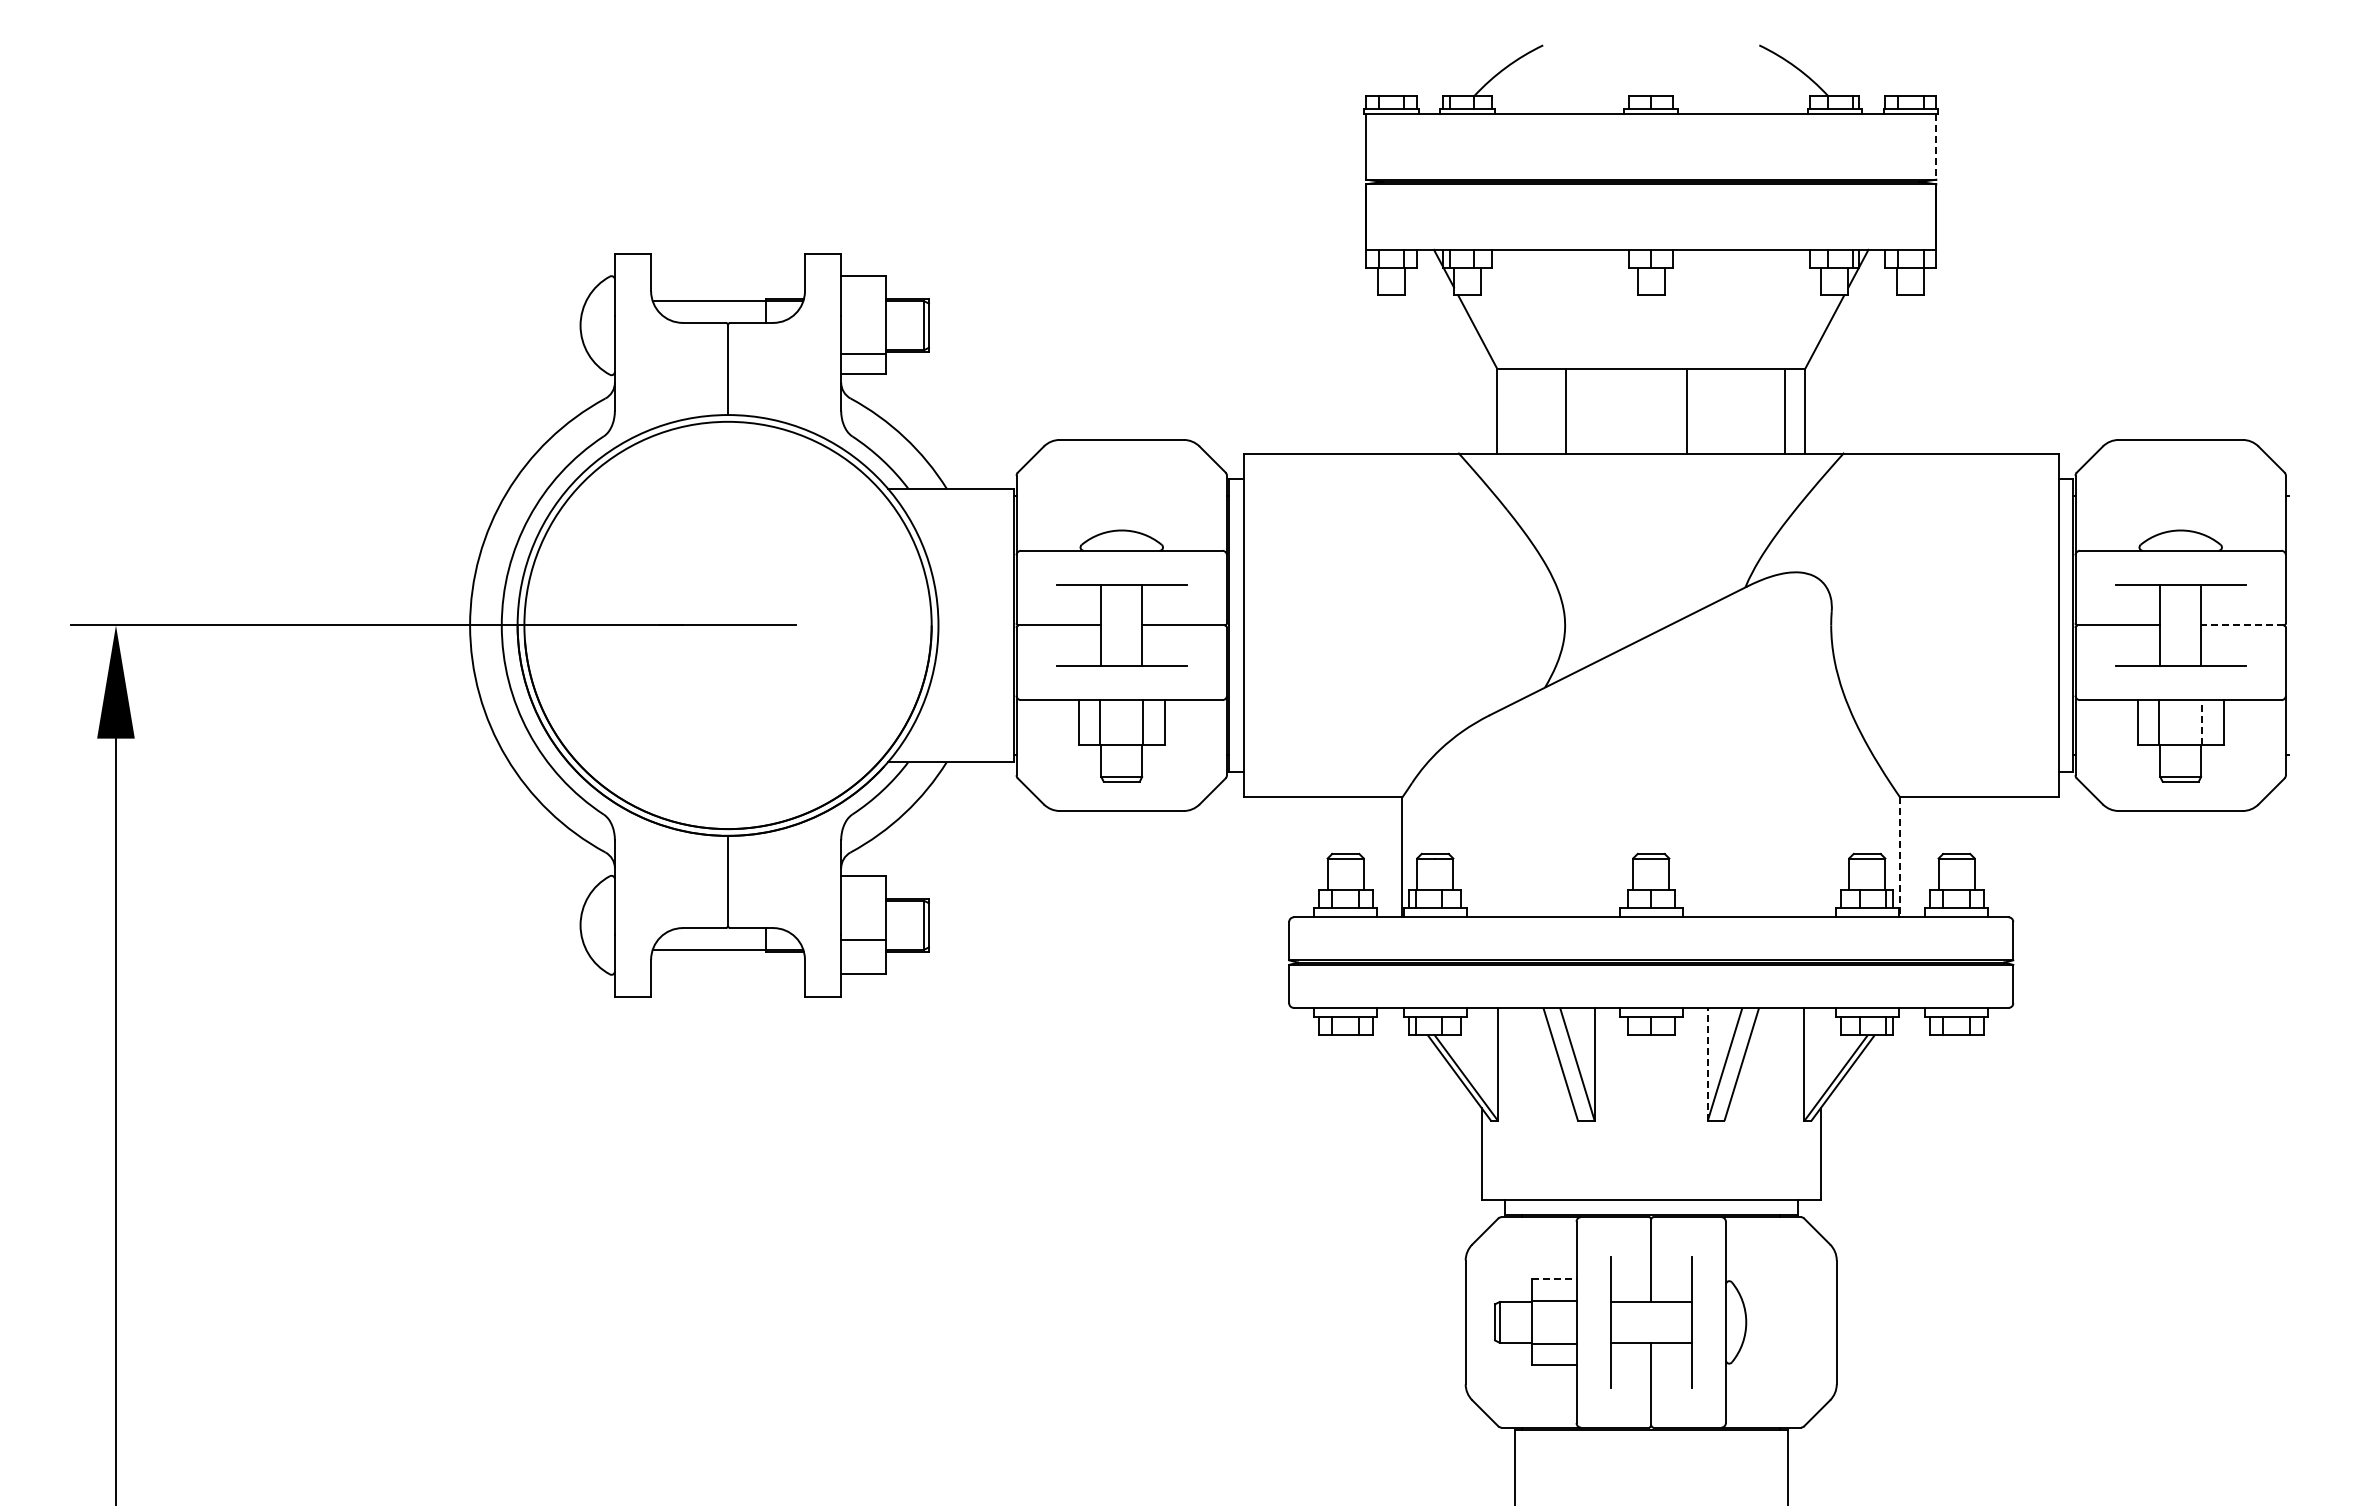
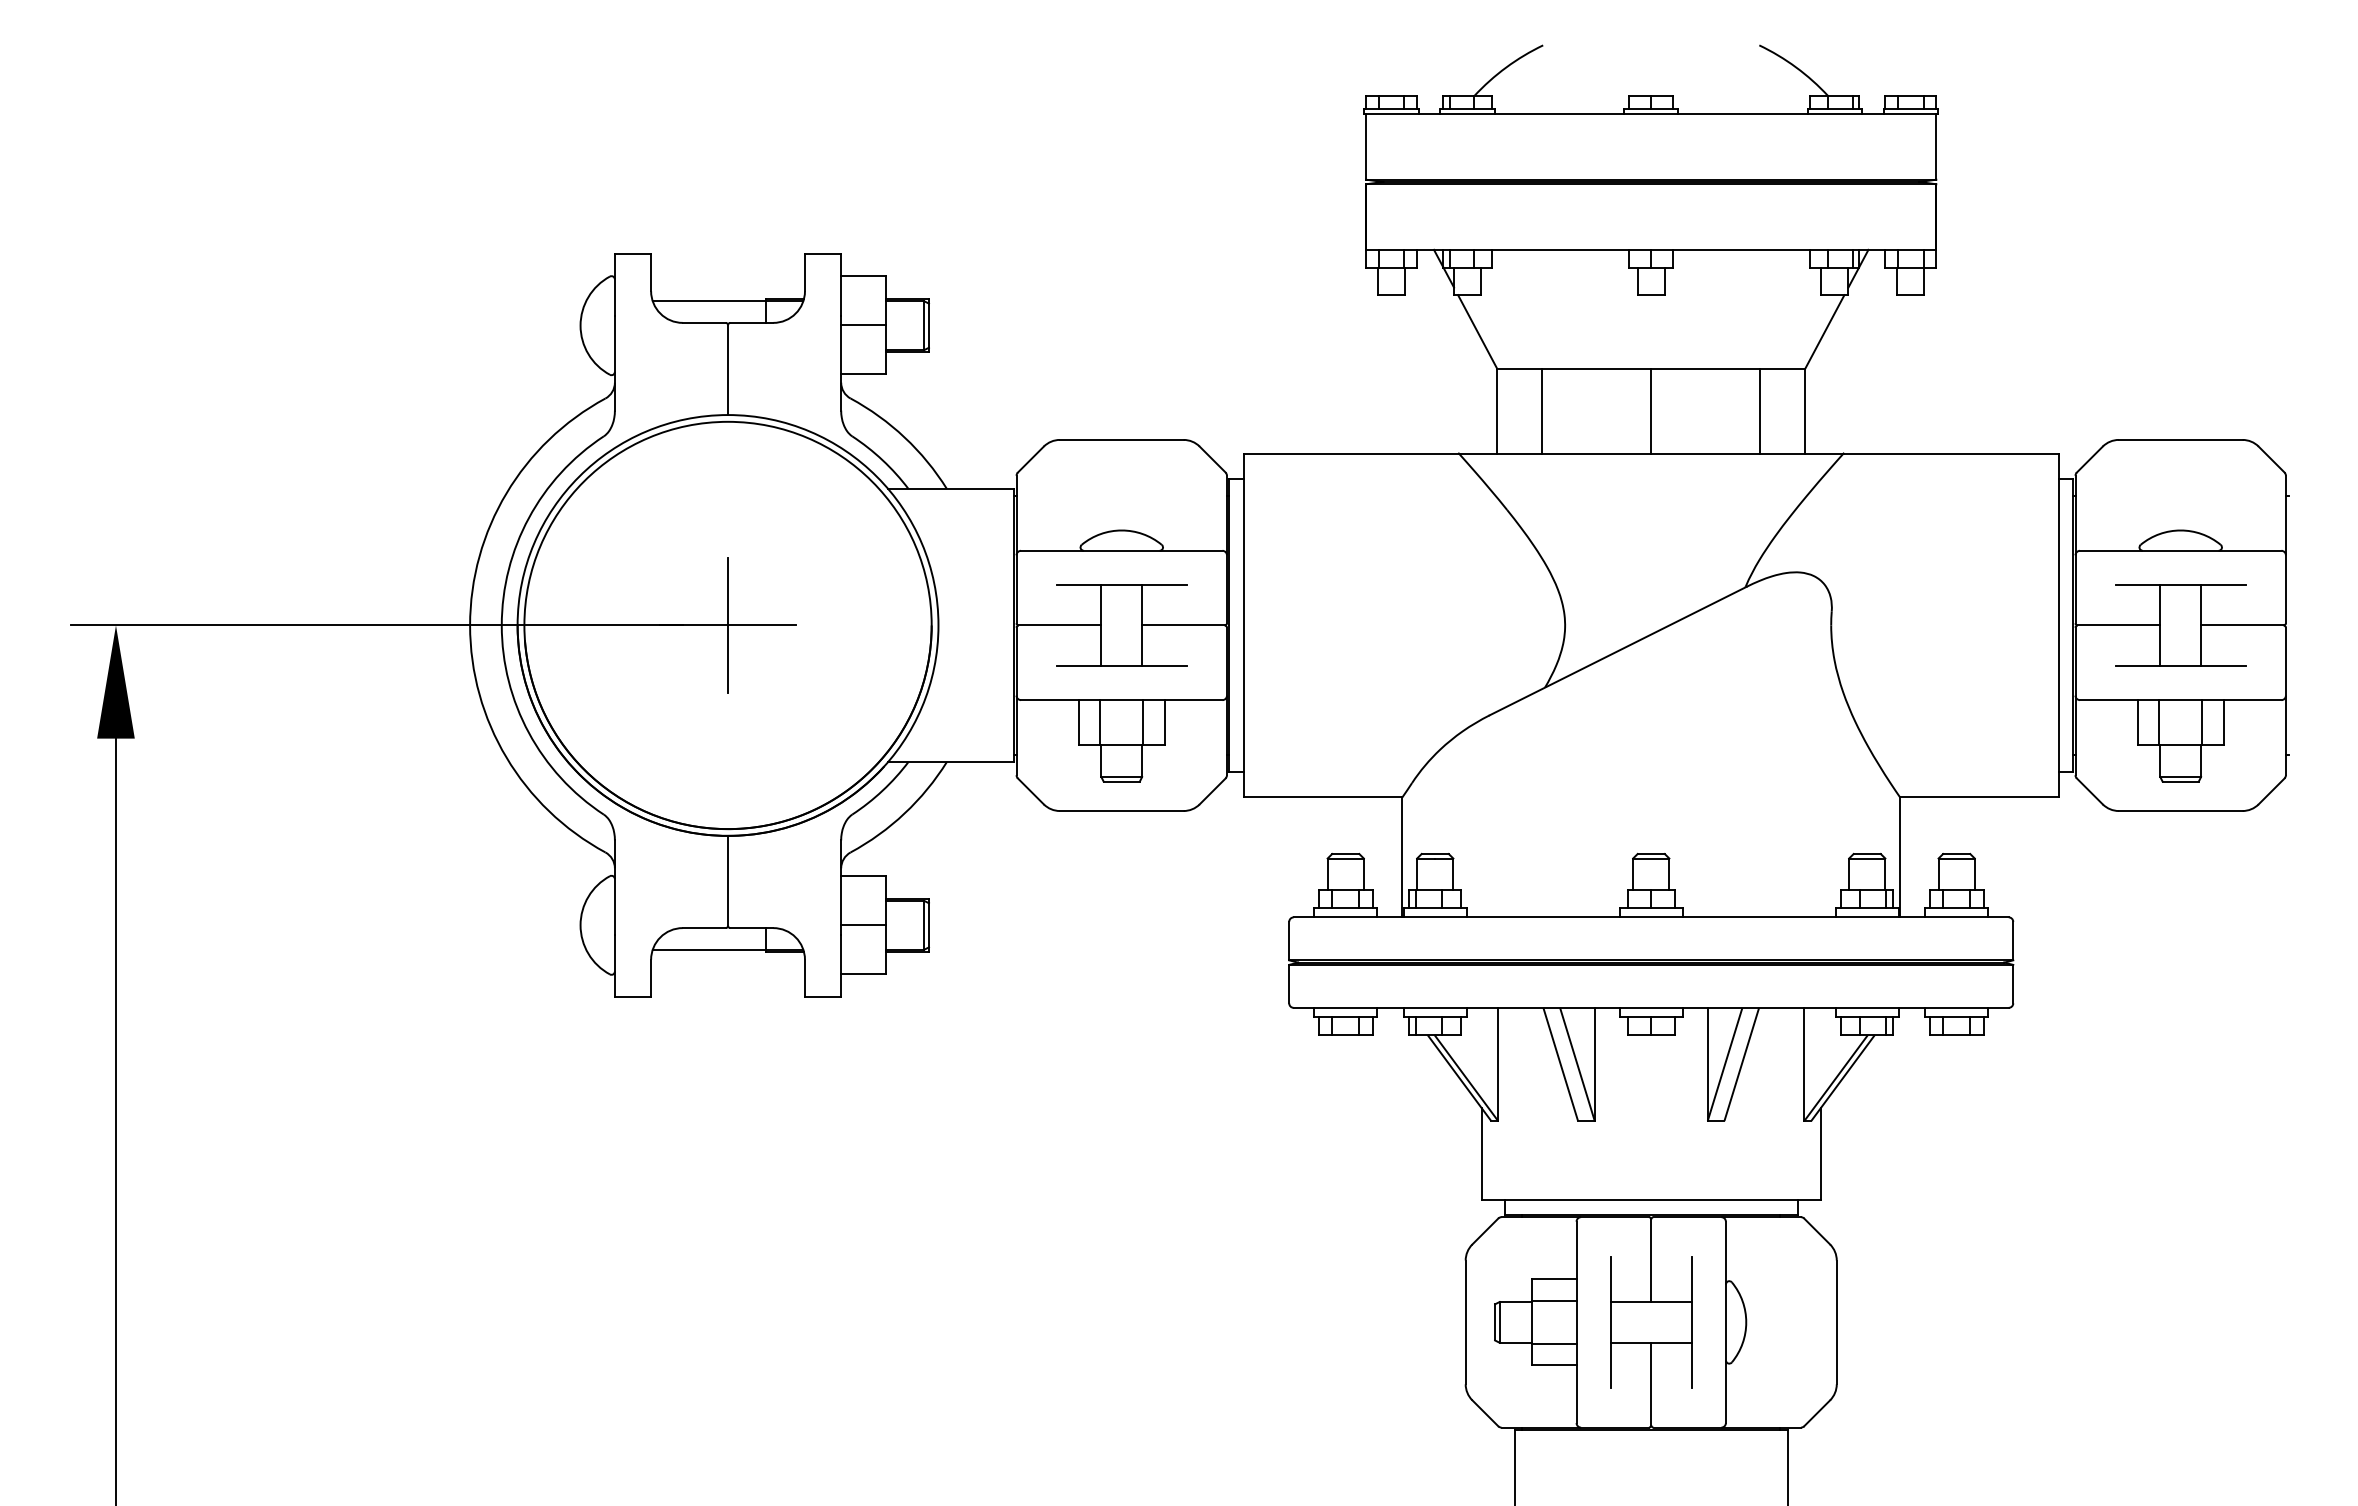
line at (1936, 146): dashed -> solid
line at (863, 354) position: (863, 354) -> (863, 325)
line at (1566, 410) position: (1566, 410) -> (1542, 410)
line at (1687, 410) position: (1687, 410) -> (1651, 410)
line at (1785, 410) position: (1785, 410) -> (1760, 410)
line at (728, 625): none -> present
line at (2241, 625): dashed -> solid
line at (2202, 721): dashed -> solid
line at (1900, 857): dashed -> solid
line at (863, 939) position: (863, 939) -> (863, 924)
line at (1707, 1064): dashed -> solid
line at (1554, 1279): dashed -> solid
